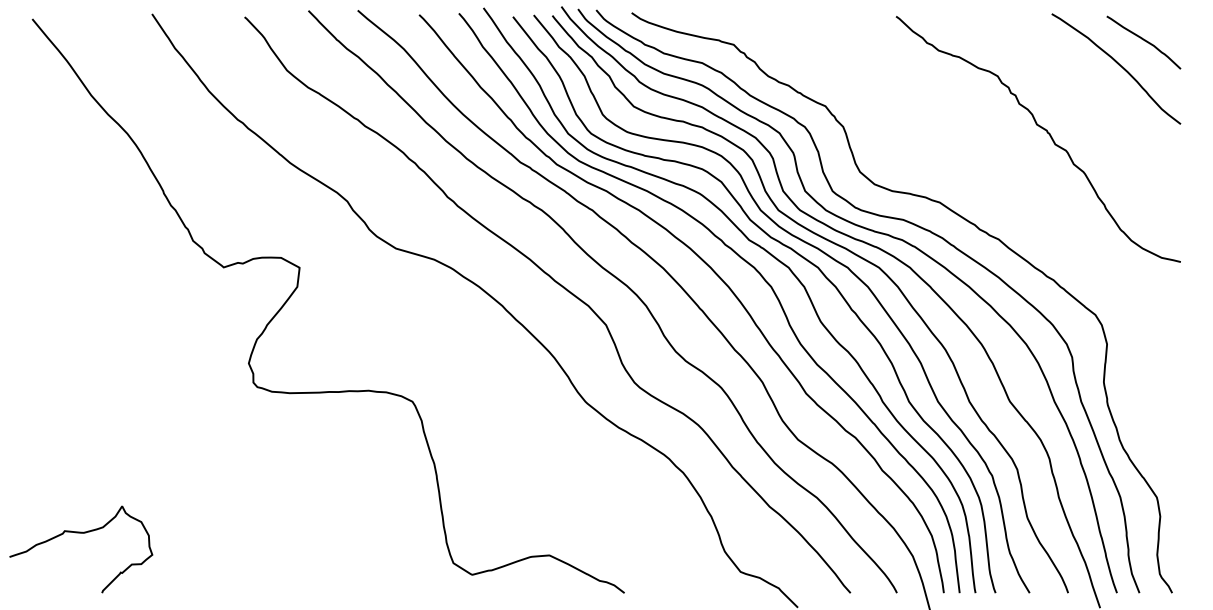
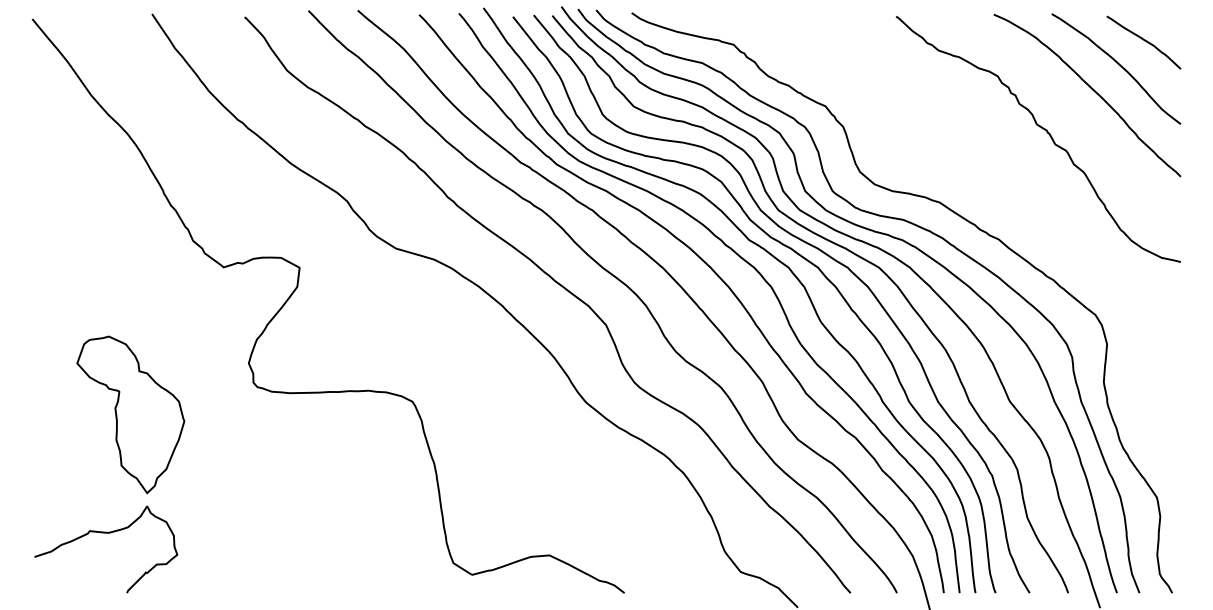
curve at (1092, 90): none -> present
part at (130, 414): none -> present
curve at (81, 533) position: (81, 533) -> (106, 533)
